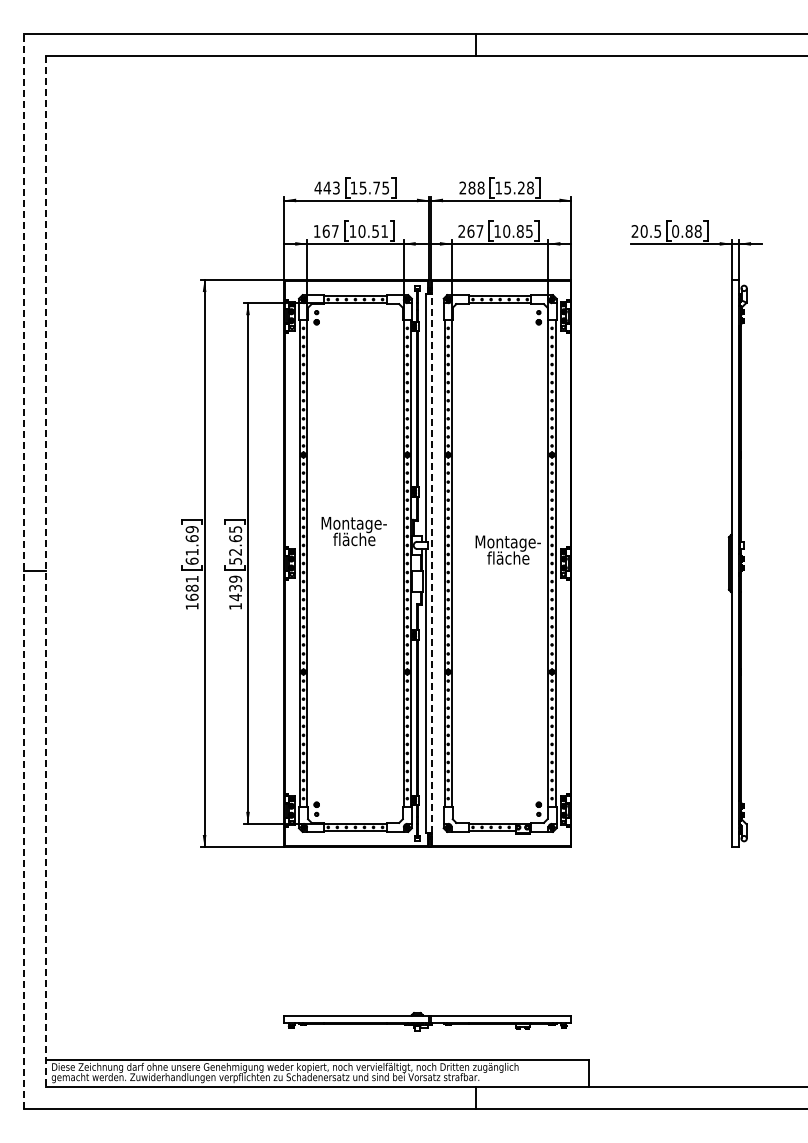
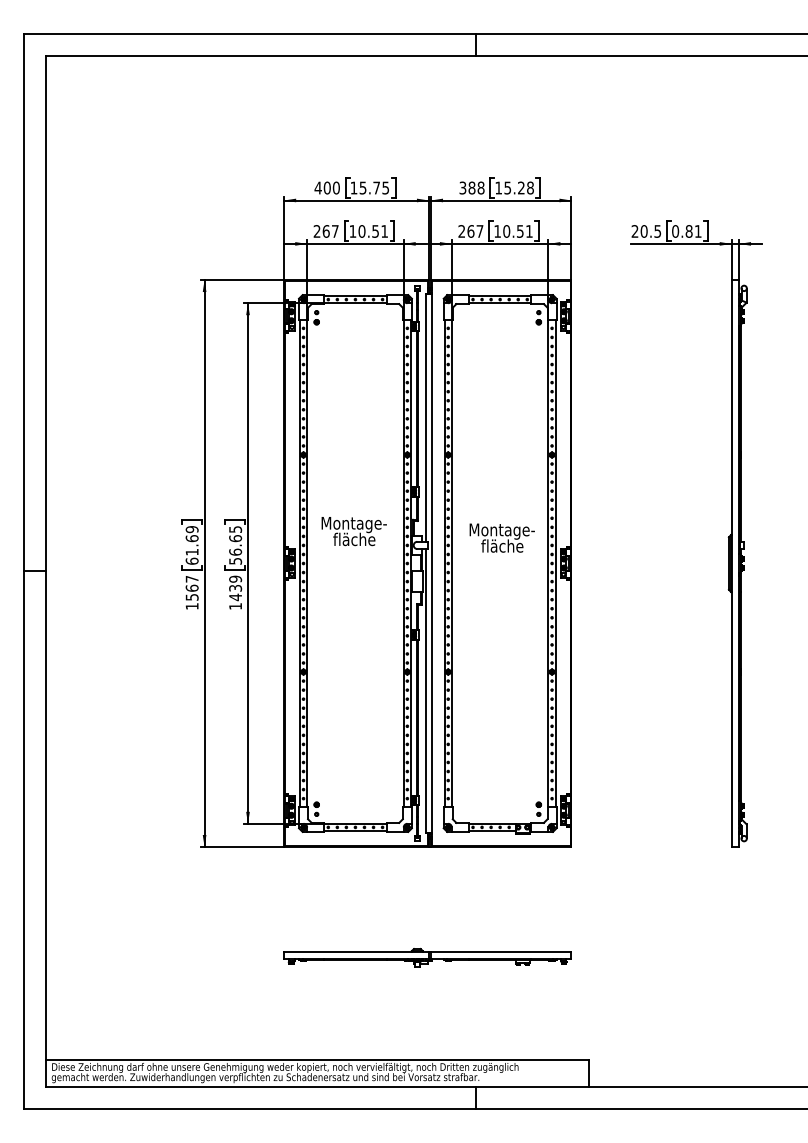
text at (331, 187): 443 -> 400
text at (462, 188): 288 -> 388
text at (316, 231): 167 -> 267
text at (524, 231): 10.85 -> 10.51
text at (697, 231): 0.88 -> 0.81
text at (507, 549) position: (507, 549) -> (501, 537)
text at (235, 551): 52.65 -> 56.65
line at (431, 563): dashed -> solid
line at (24, 571): dashed -> solid
line at (45, 571): dashed -> solid
text at (191, 588): 1681 -> 1567
part at (427, 1021) position: (427, 1021) -> (427, 957)
